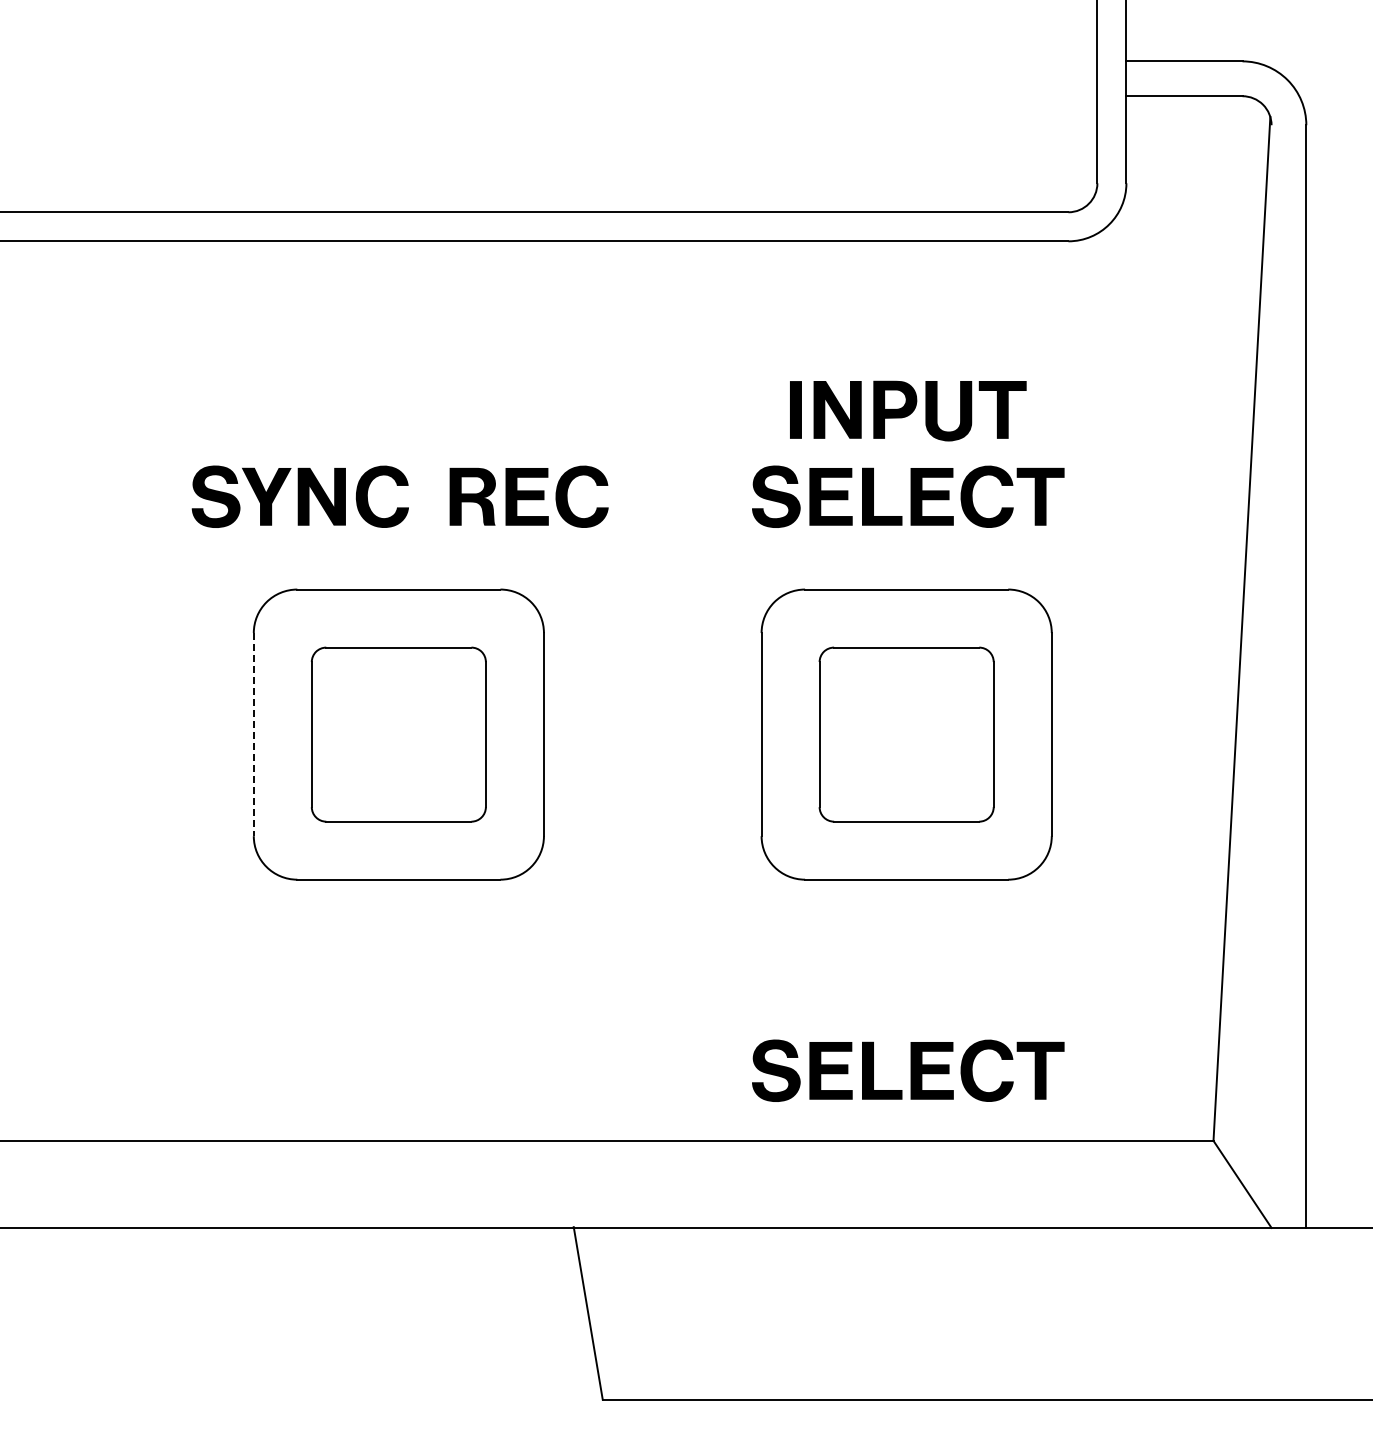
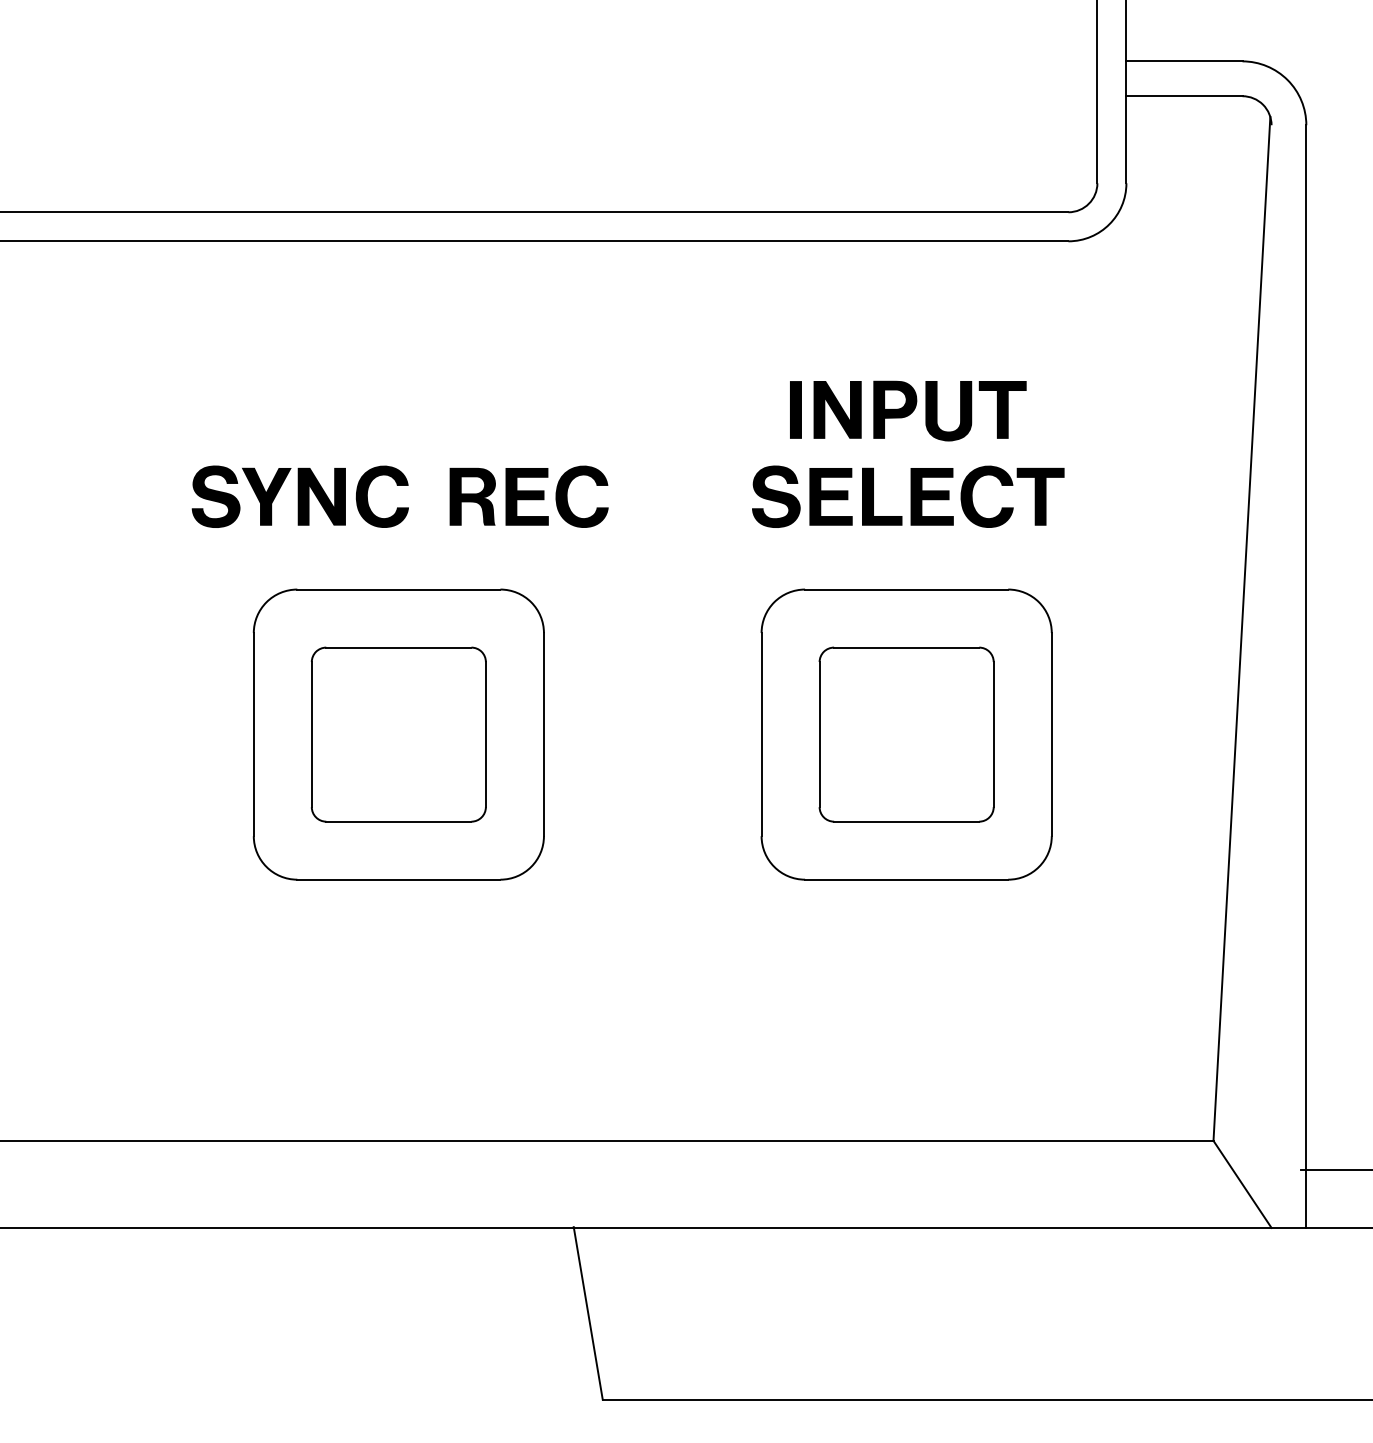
line at (253, 734): dashed -> solid
part at (908, 1070): present -> none
line at (1334, 1169): none -> present
